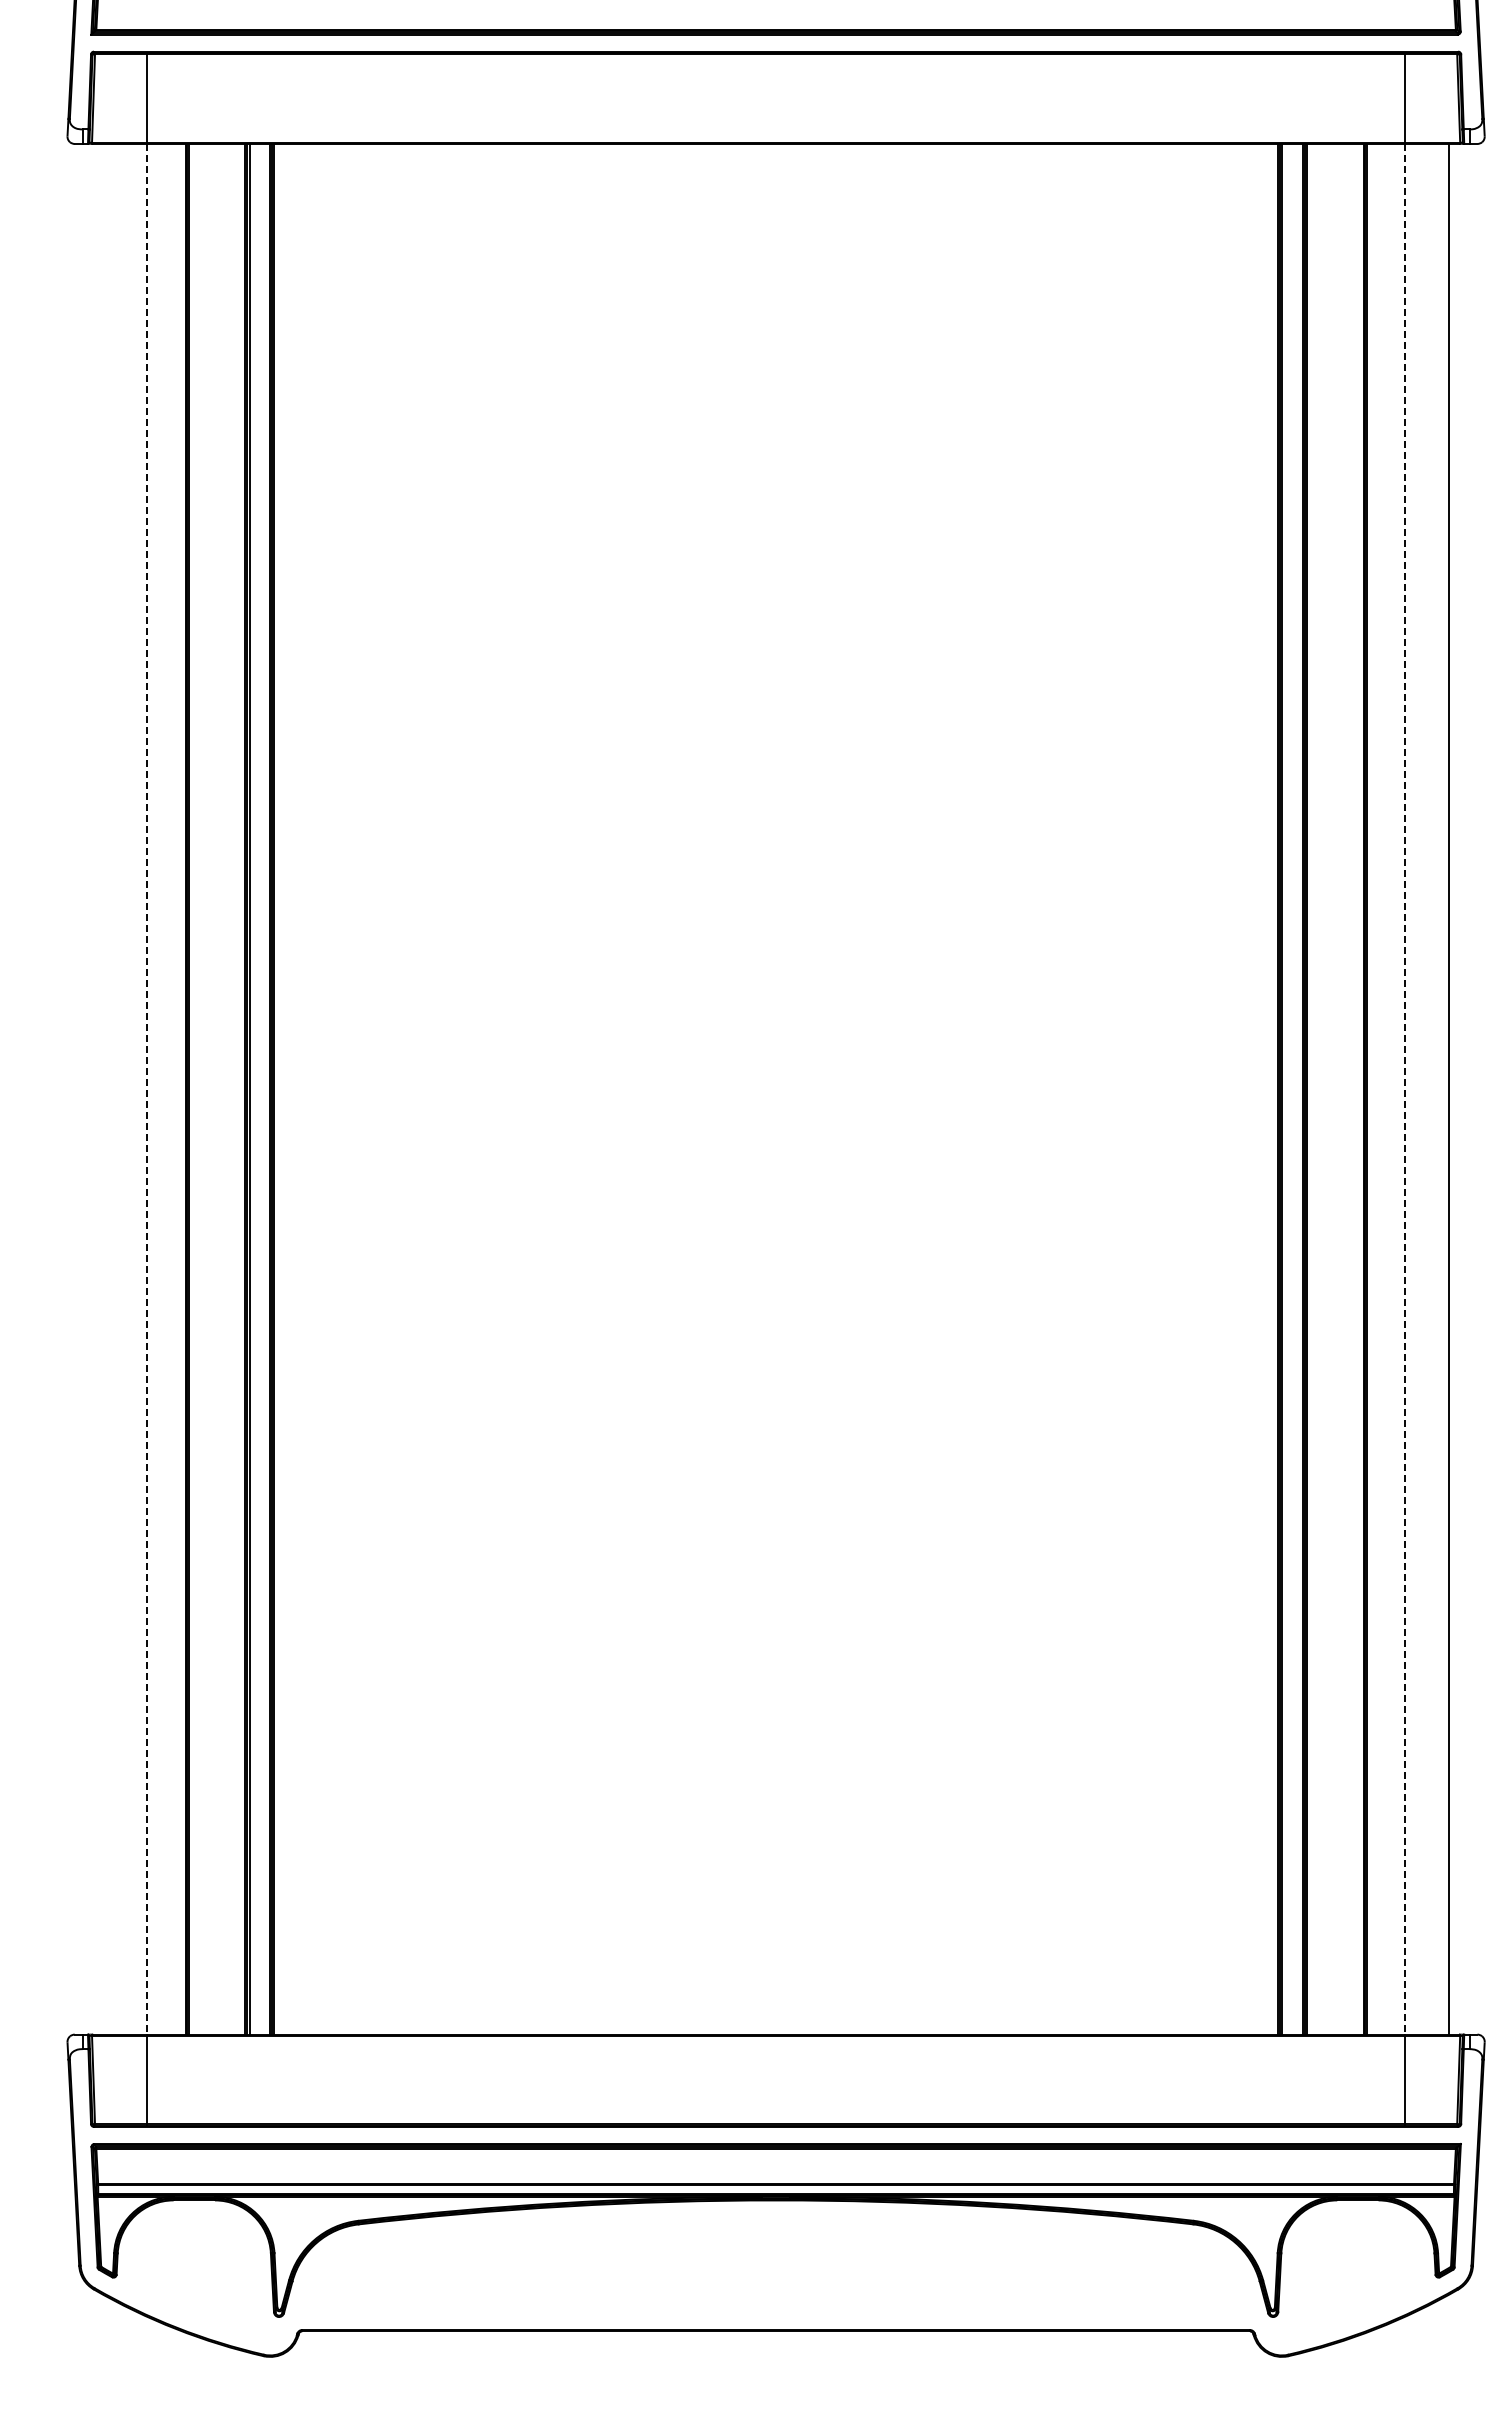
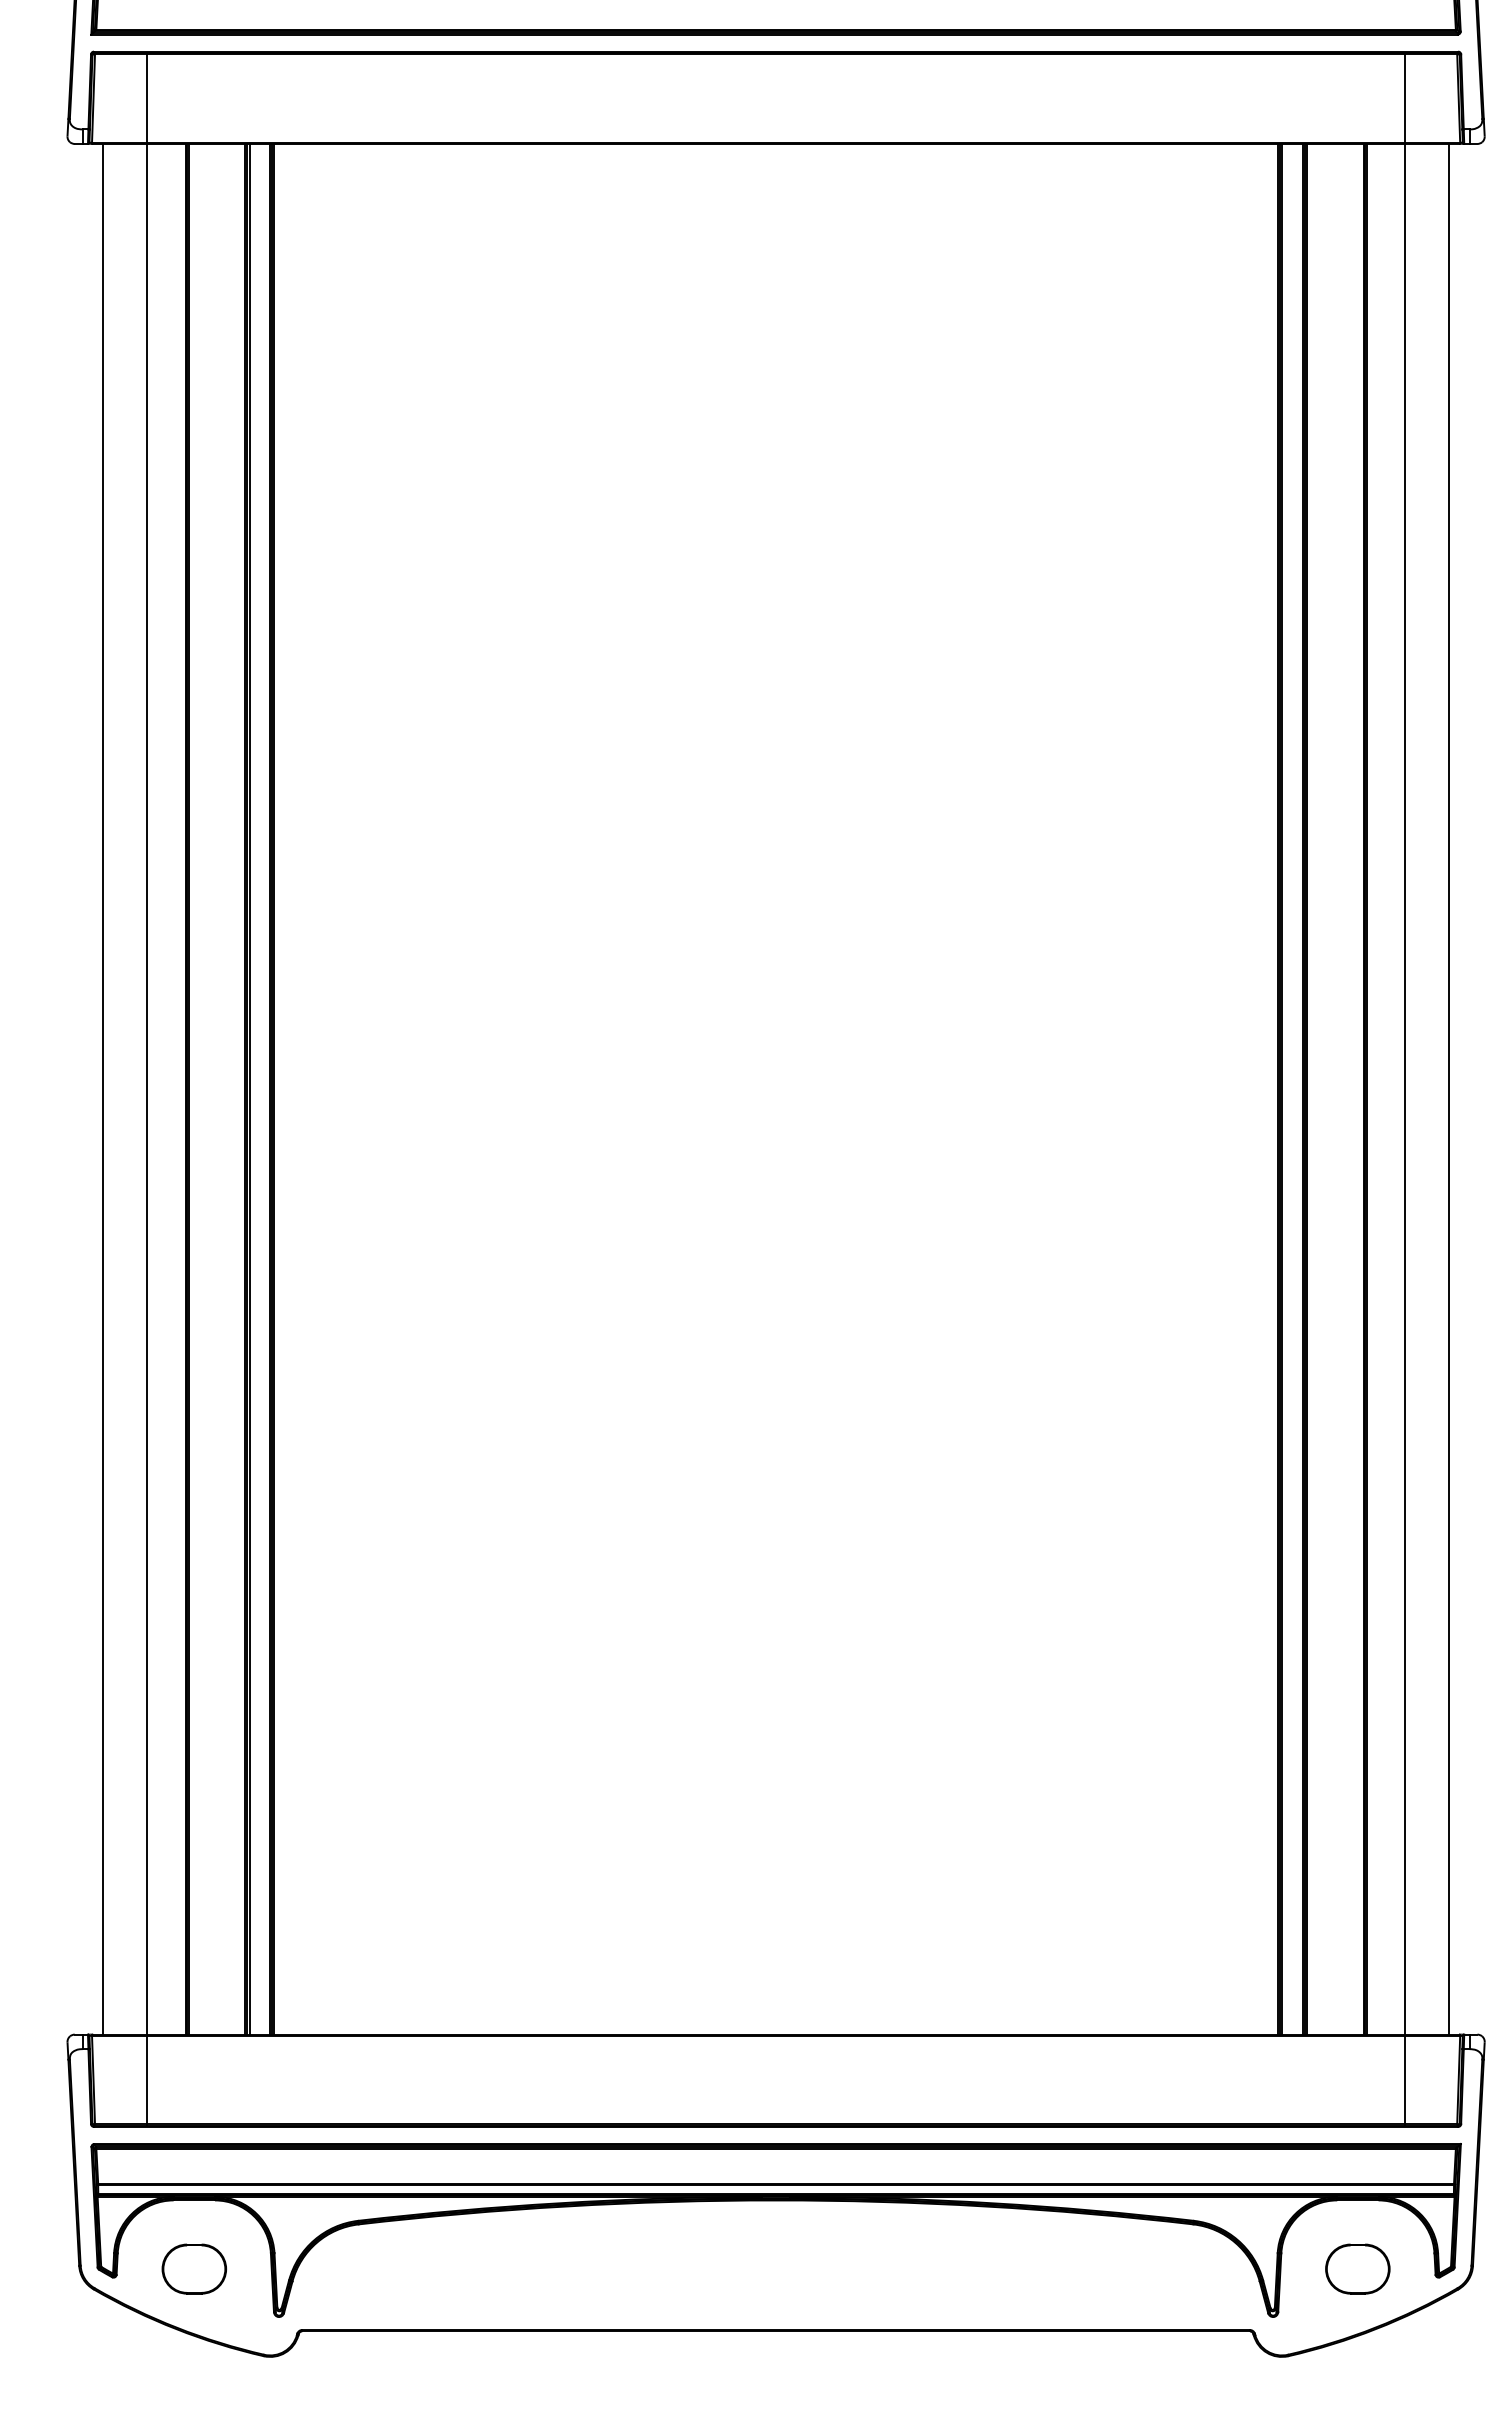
line at (103, 1088): none -> present
line at (147, 1089): dashed -> solid
line at (1405, 1089): dashed -> solid
part at (193, 2268): none -> present
part at (1357, 2268): none -> present
